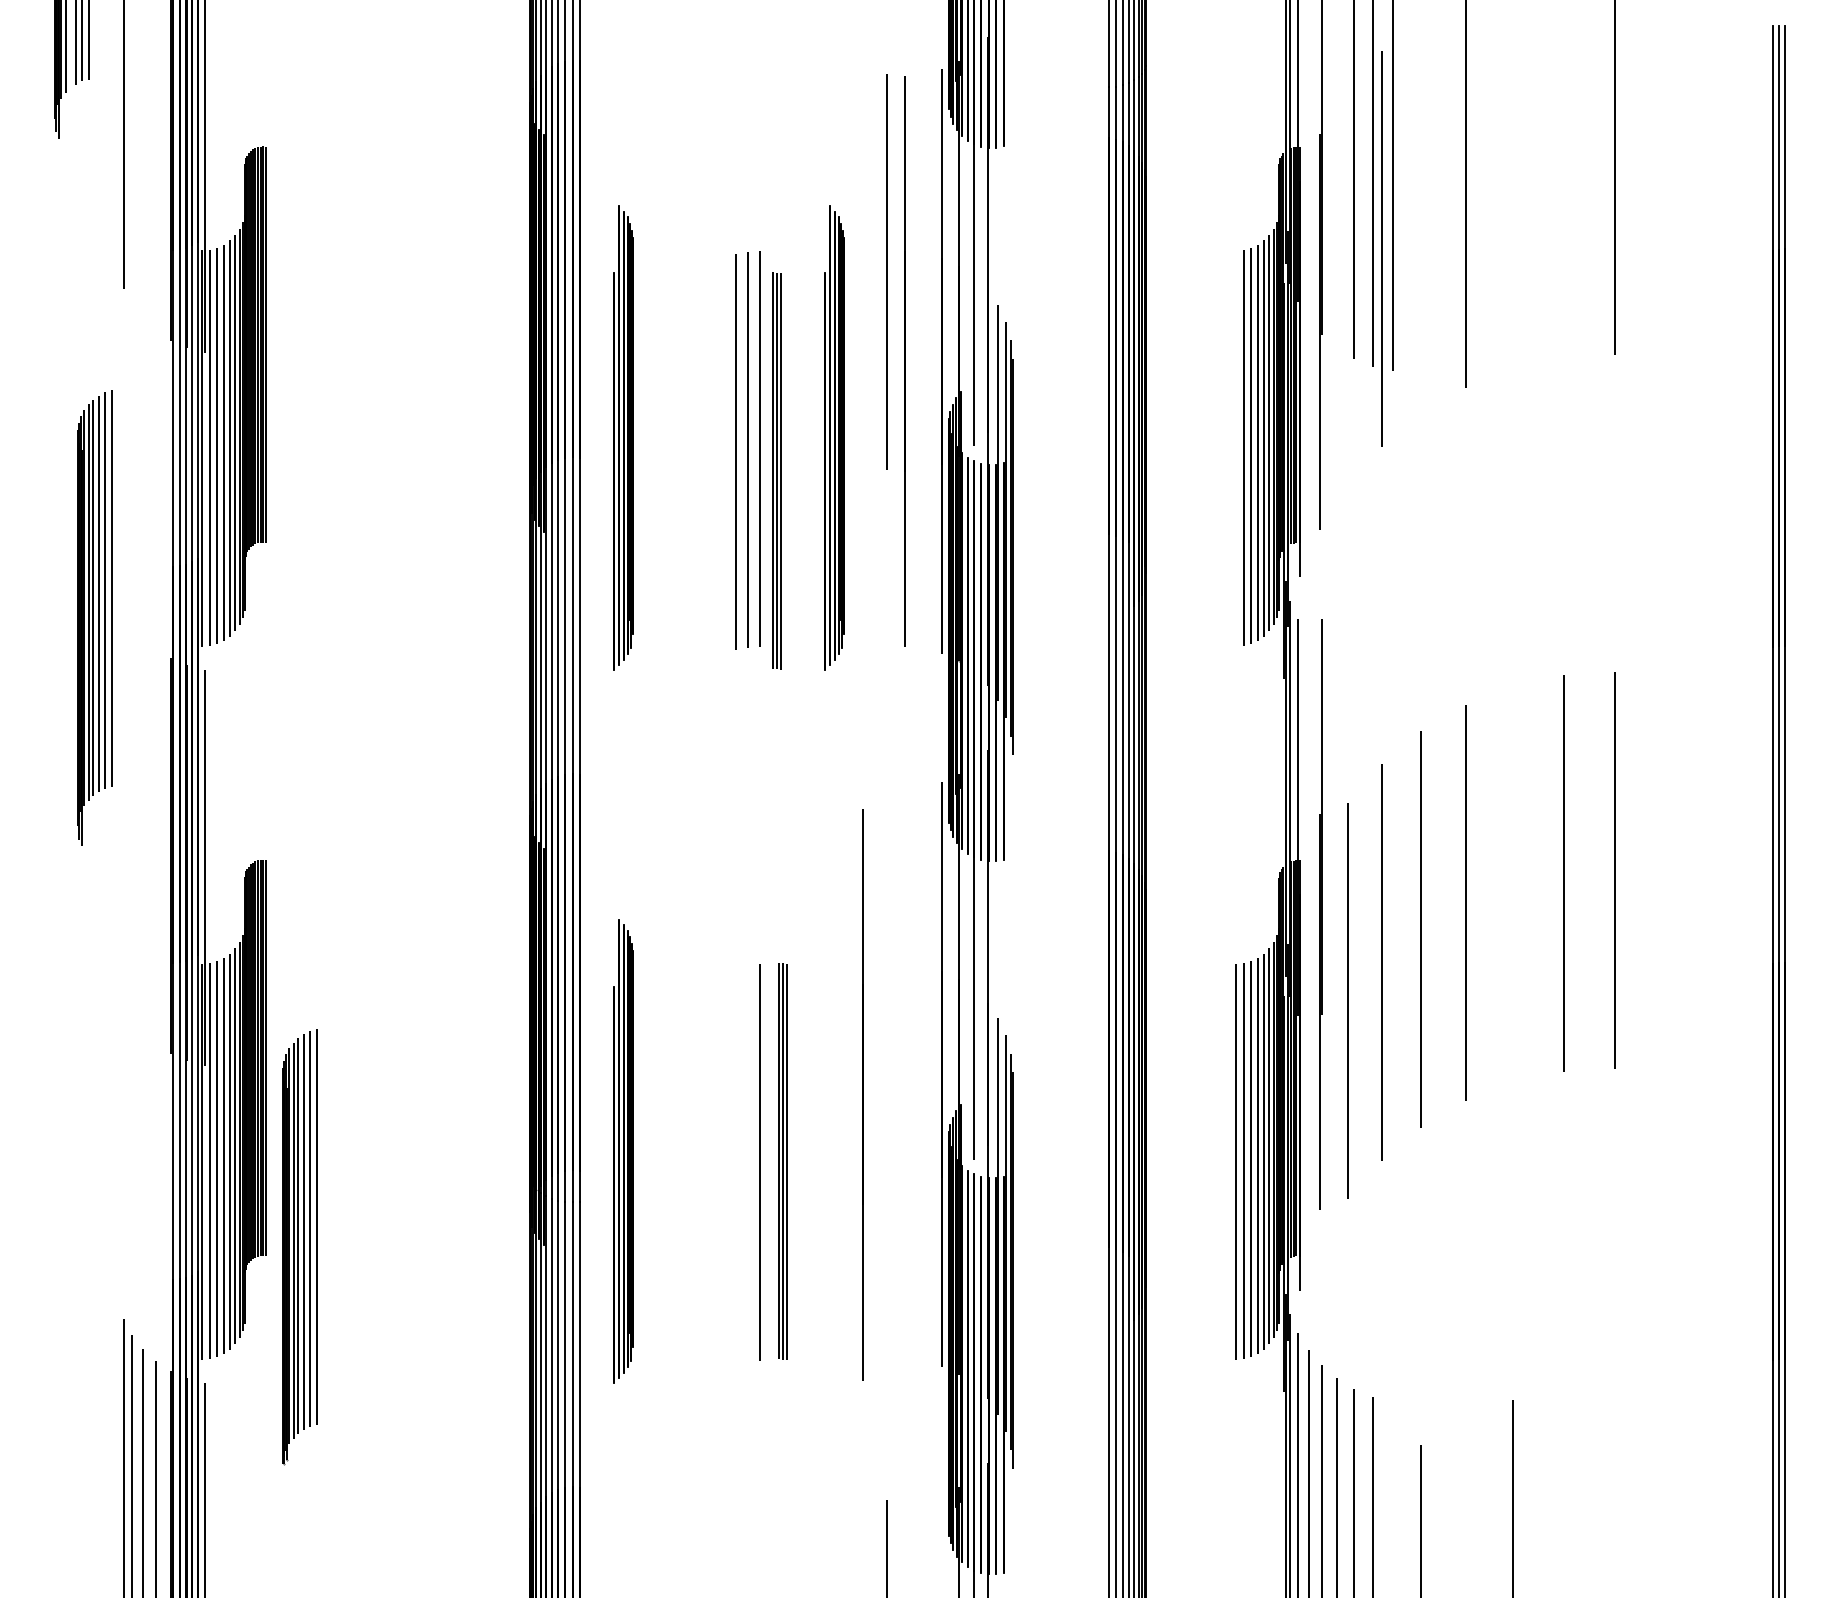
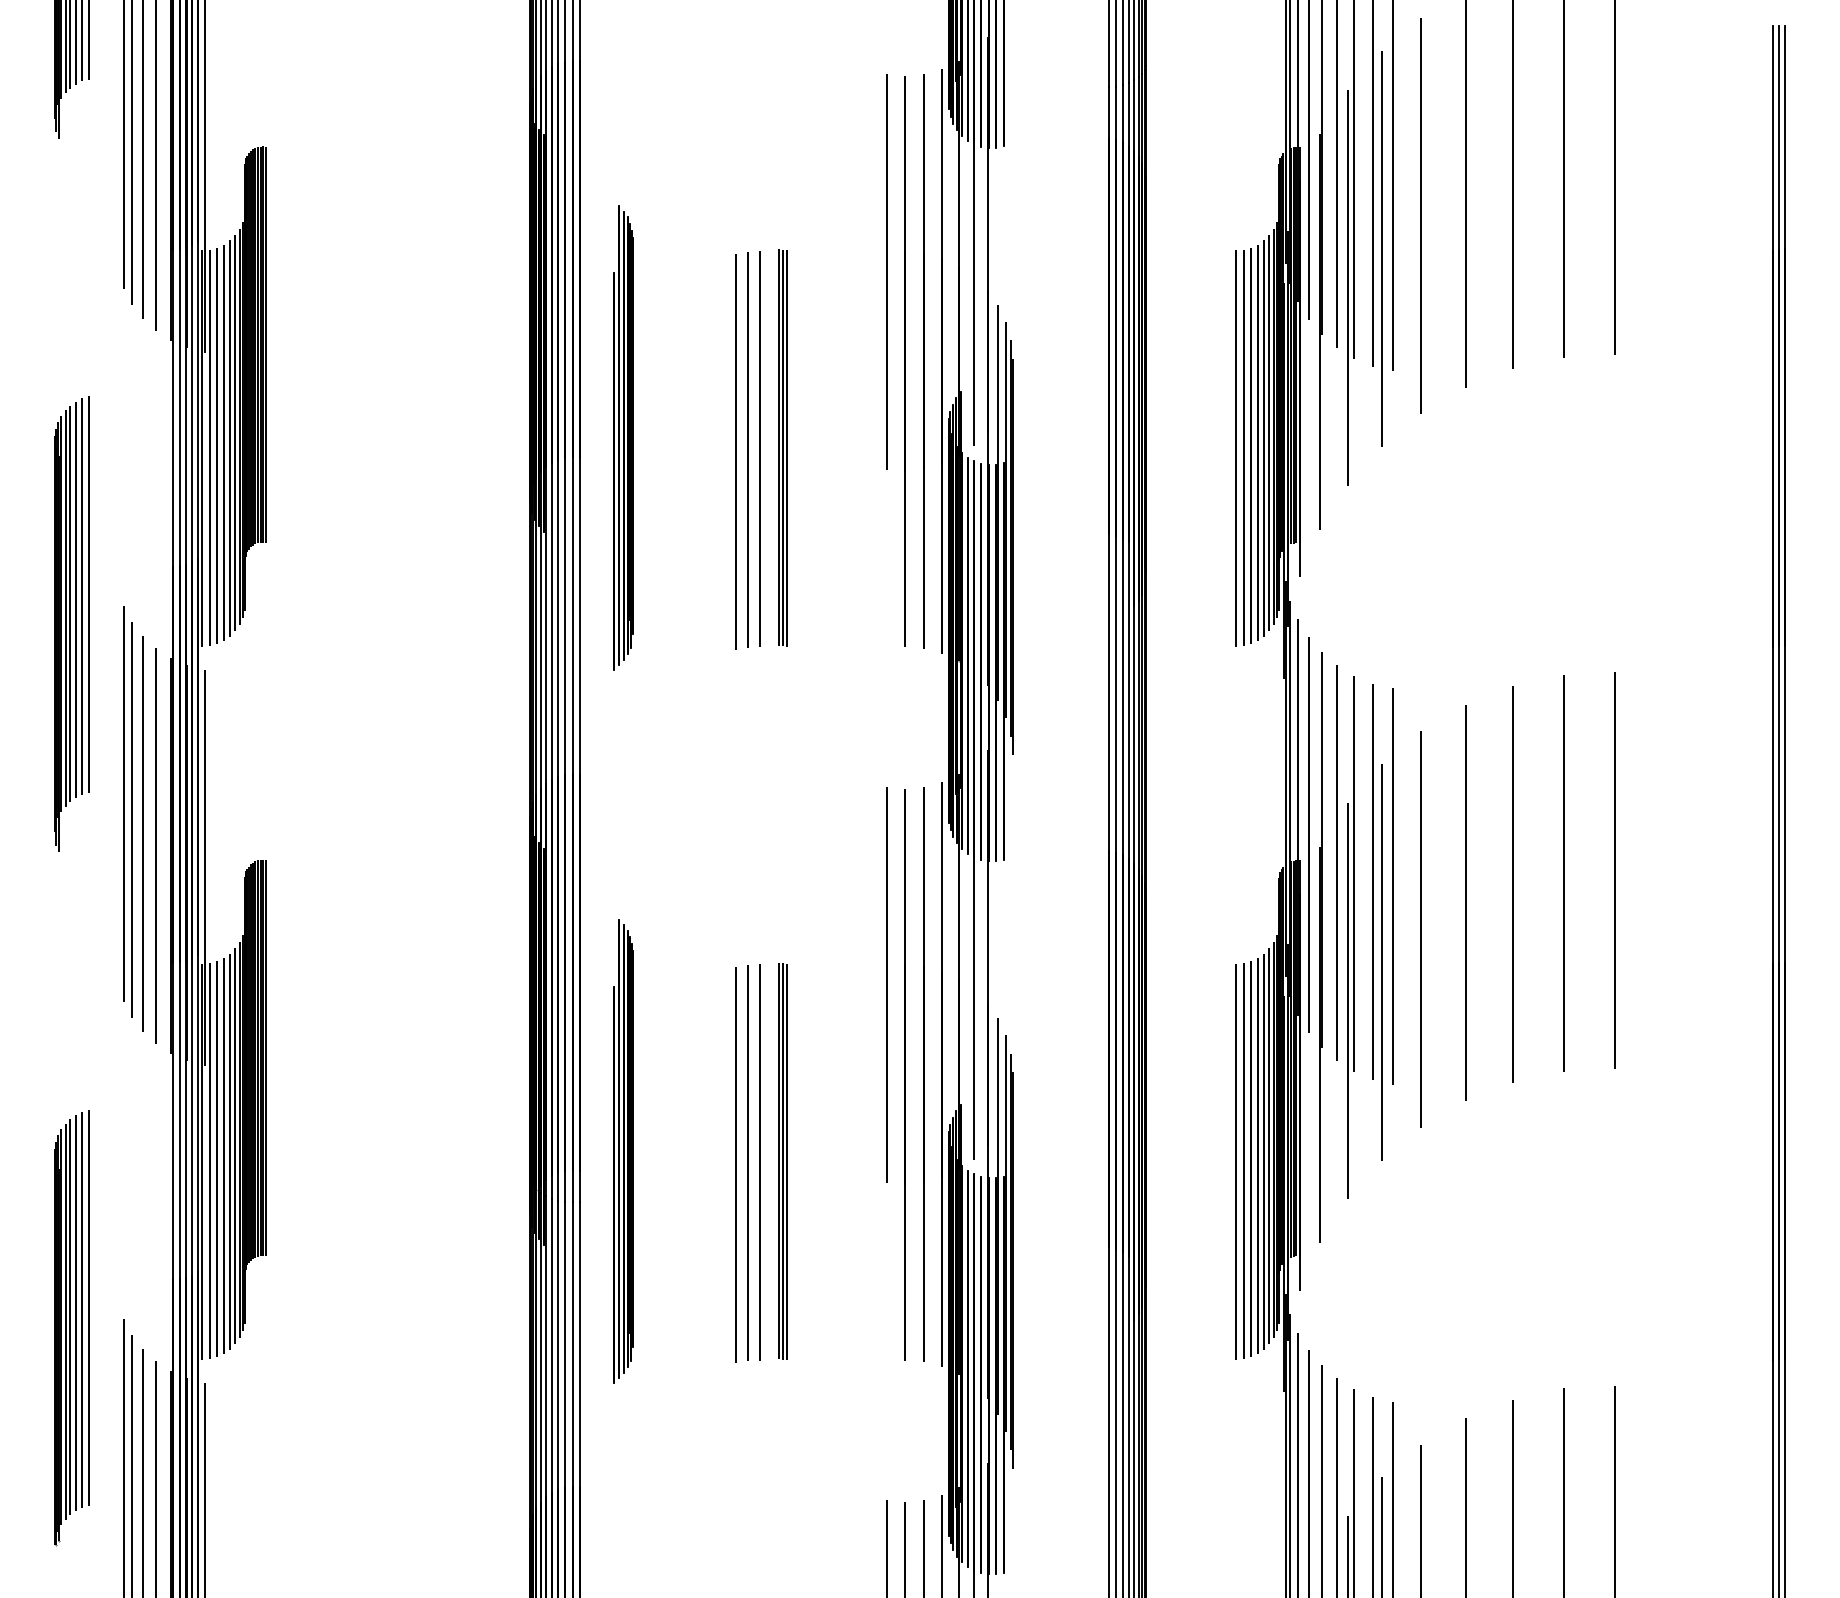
line at (70, 45): none -> present
line at (132, 153): none -> present
line at (143, 160): none -> present
line at (1308, 160): none -> present
line at (156, 166): none -> present
line at (1337, 175): none -> present
line at (1563, 180): none -> present
line at (1513, 185): none -> present
line at (1420, 215): none -> present
line at (1347, 287): none -> present
line at (923, 361): none -> present
part at (834, 437): present -> none
line at (1236, 448): none -> present
part at (776, 470) position: (776, 470) -> (782, 447)
part at (94, 617) position: (94, 617) -> (71, 623)
part at (127, 811): none -> present
line at (143, 833): none -> present
line at (1308, 834): none -> present
line at (156, 846): none -> present
line at (1337, 863): none -> present
line at (1354, 873): none -> present
line at (1373, 881): none -> present
line at (1512, 884): none -> present
line at (1392, 886): none -> present
part at (1320, 914) position: (1320, 914) -> (1320, 947)
line at (886, 985): none -> present
line at (923, 1074): none -> present
line at (862, 1094) position: (862, 1094) -> (904, 1074)
line at (747, 1163): none -> present
line at (736, 1164): none -> present
part at (299, 1247) position: (299, 1247) -> (71, 1328)
line at (1615, 1489): none -> present
line at (1563, 1491): none -> present
line at (1392, 1497): none -> present
line at (1465, 1506): none -> present
line at (1381, 1535): none -> present
line at (942, 1544): none -> present
line at (905, 1547): none -> present
line at (923, 1547): none -> present
line at (1347, 1555): none -> present
